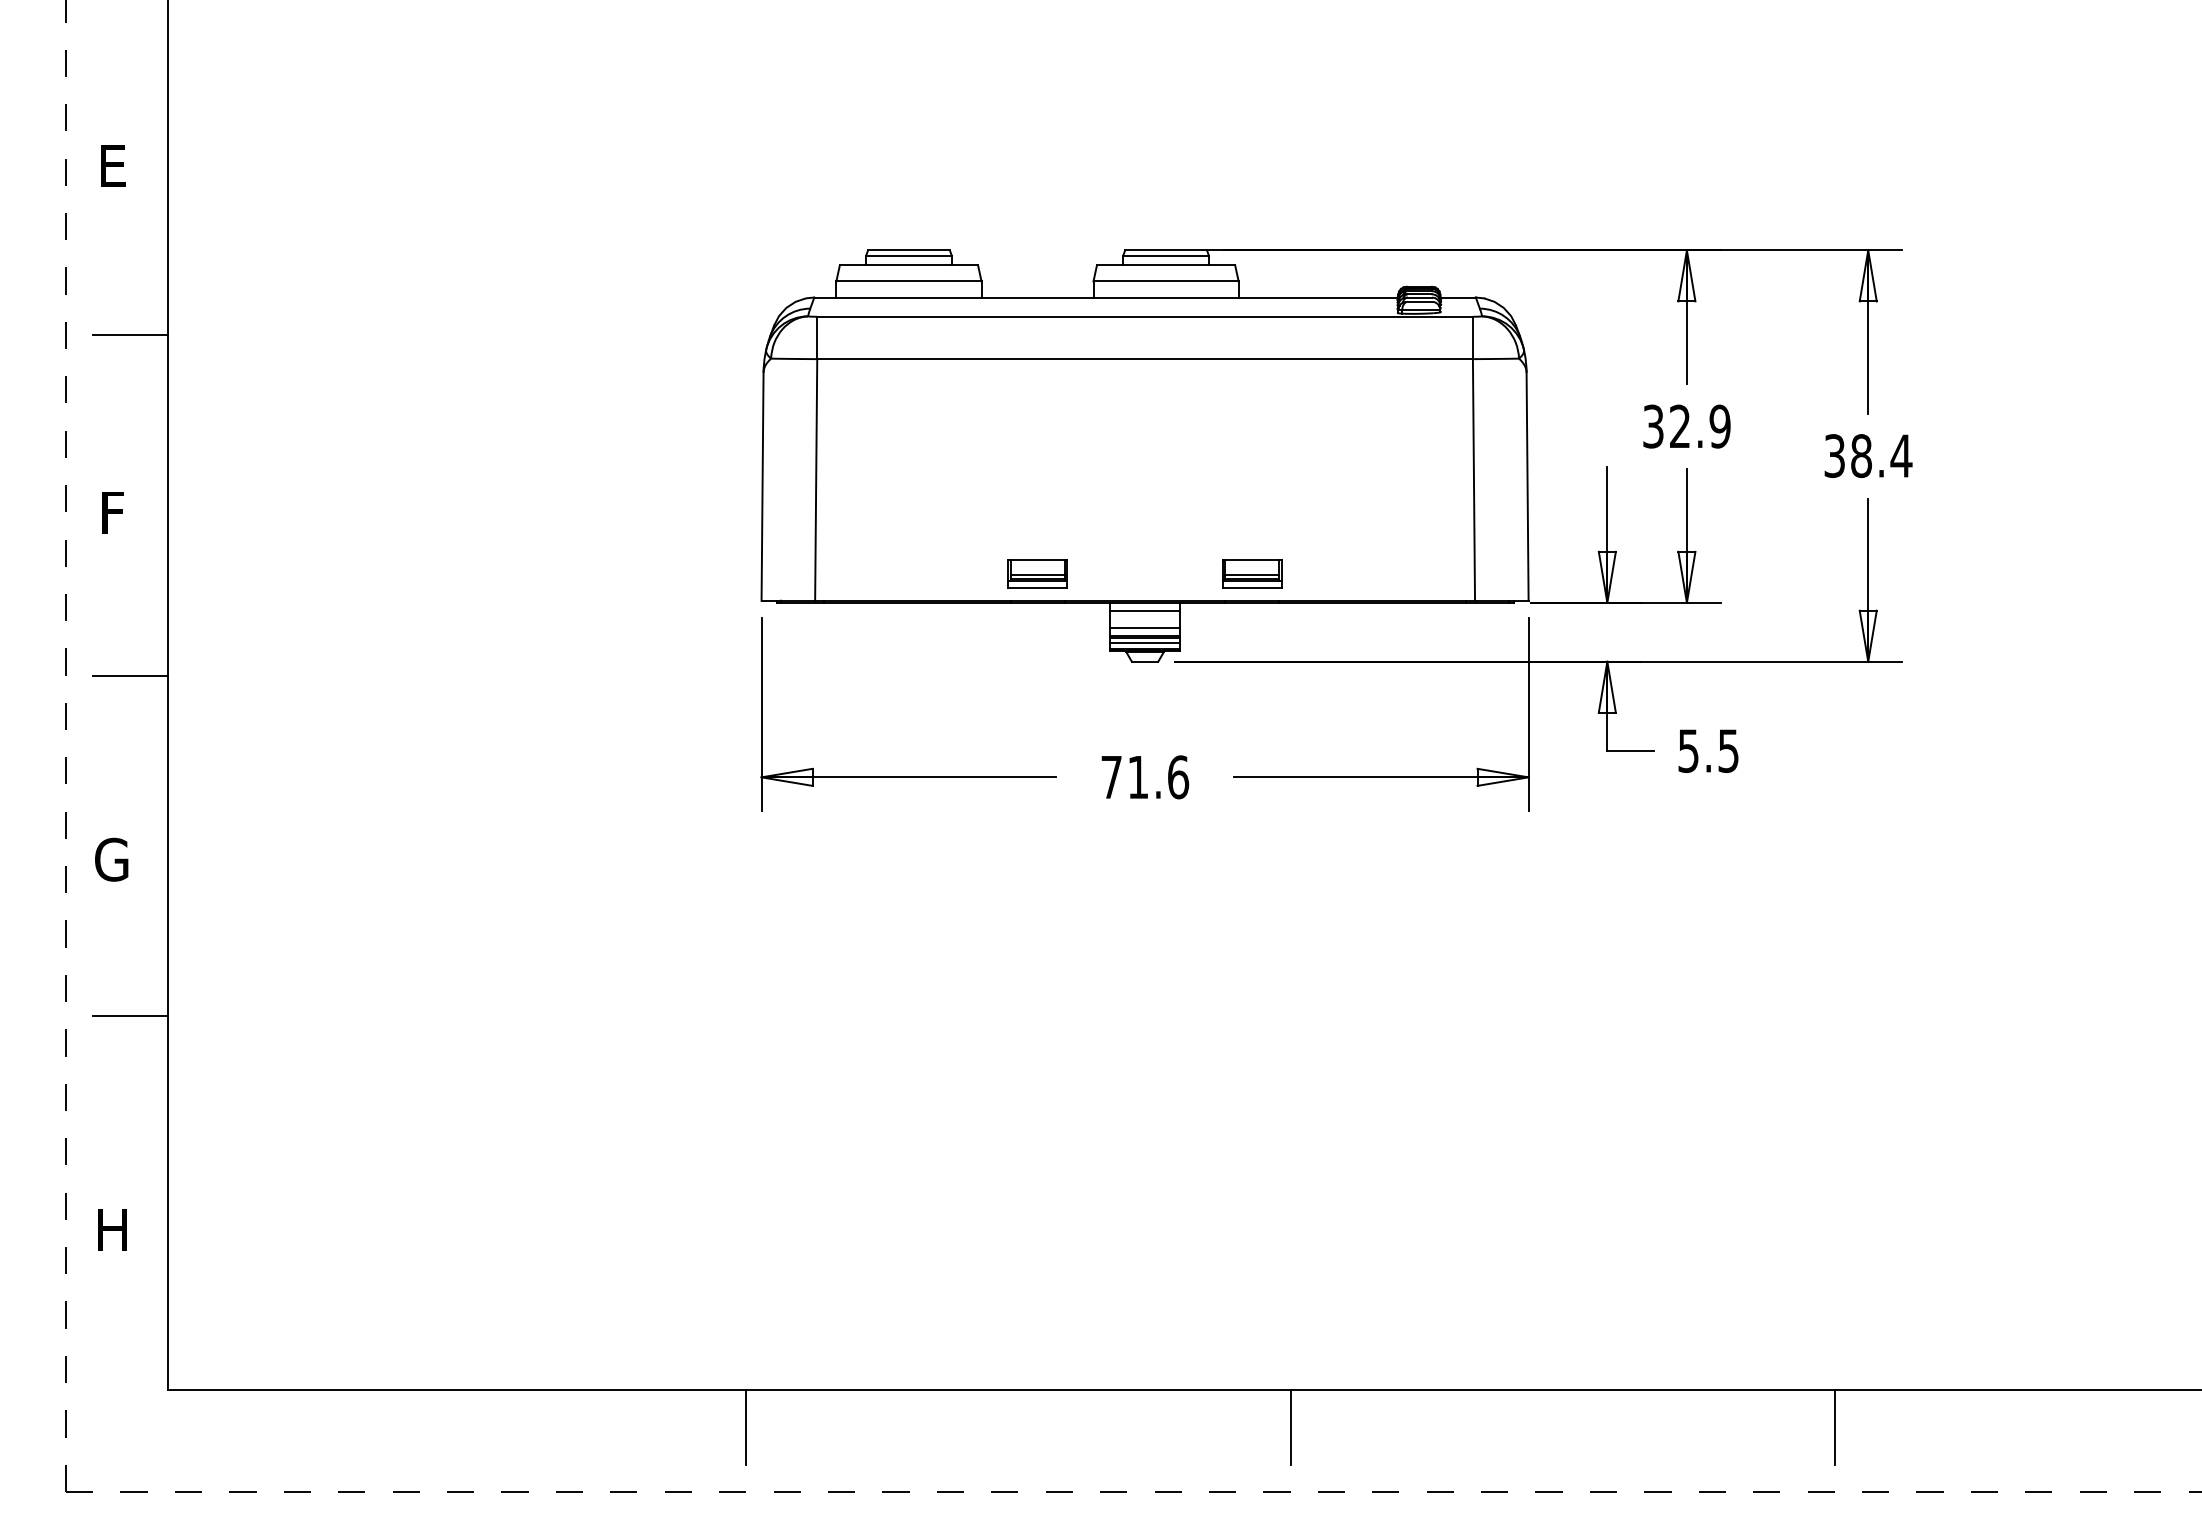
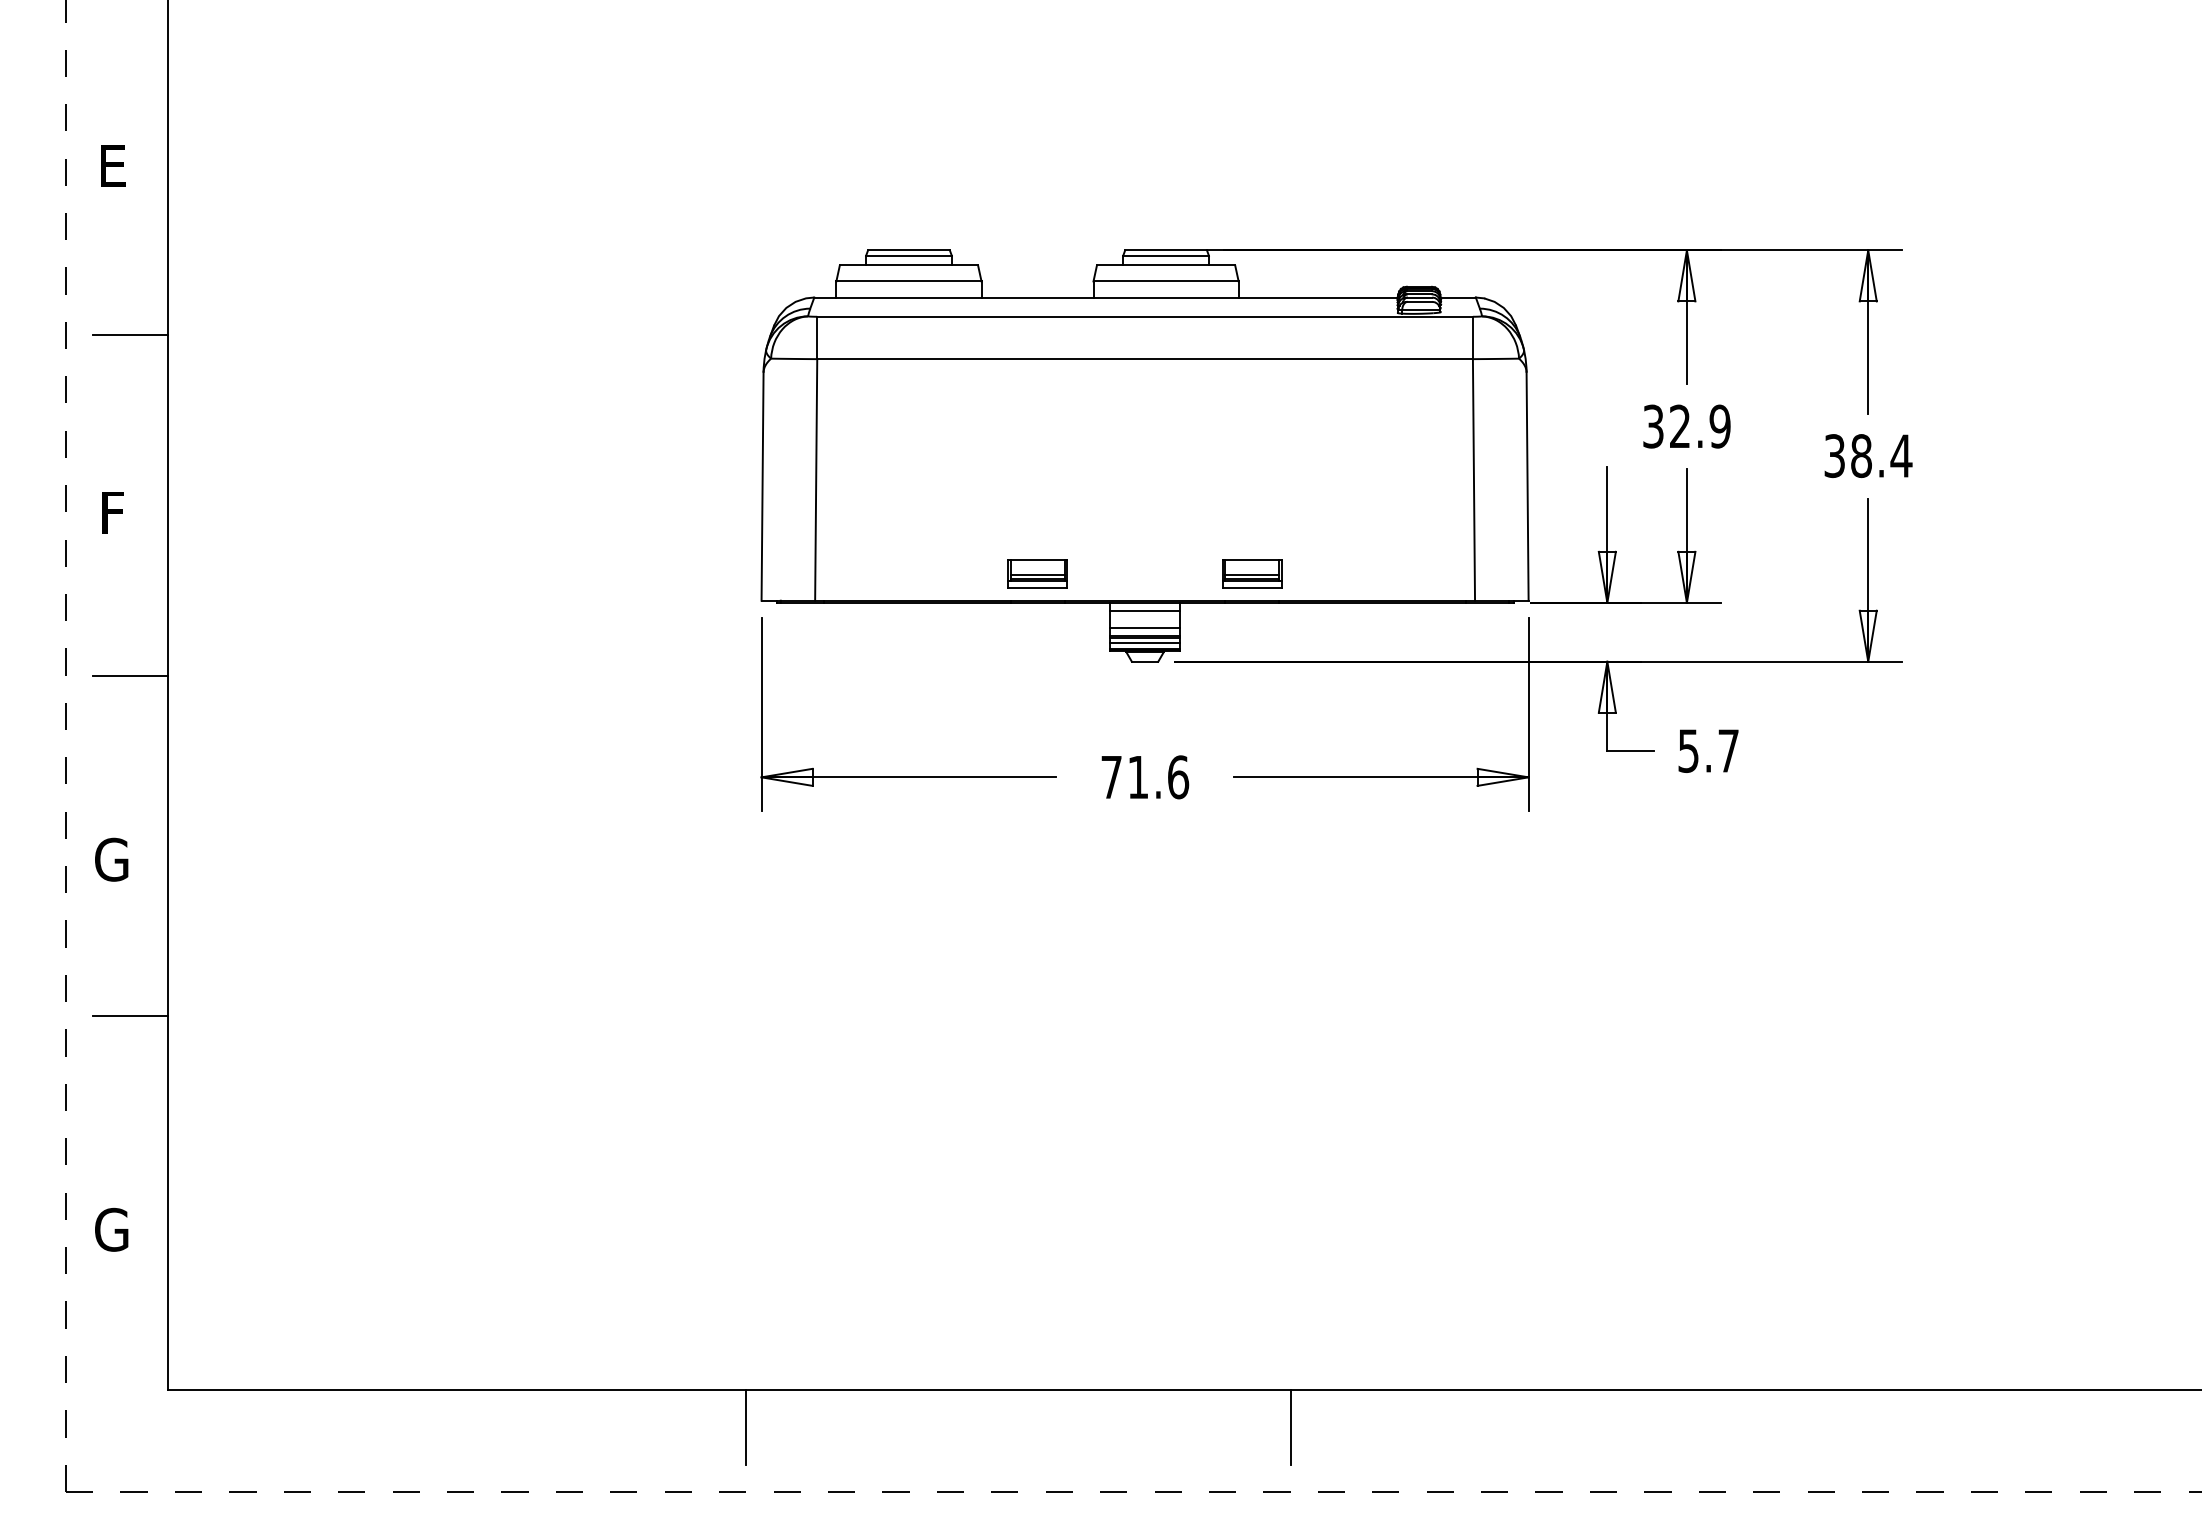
text at (1728, 750): 5.5 -> 5.7
text at (111, 1229): H -> G
line at (1834, 1426): present -> none
